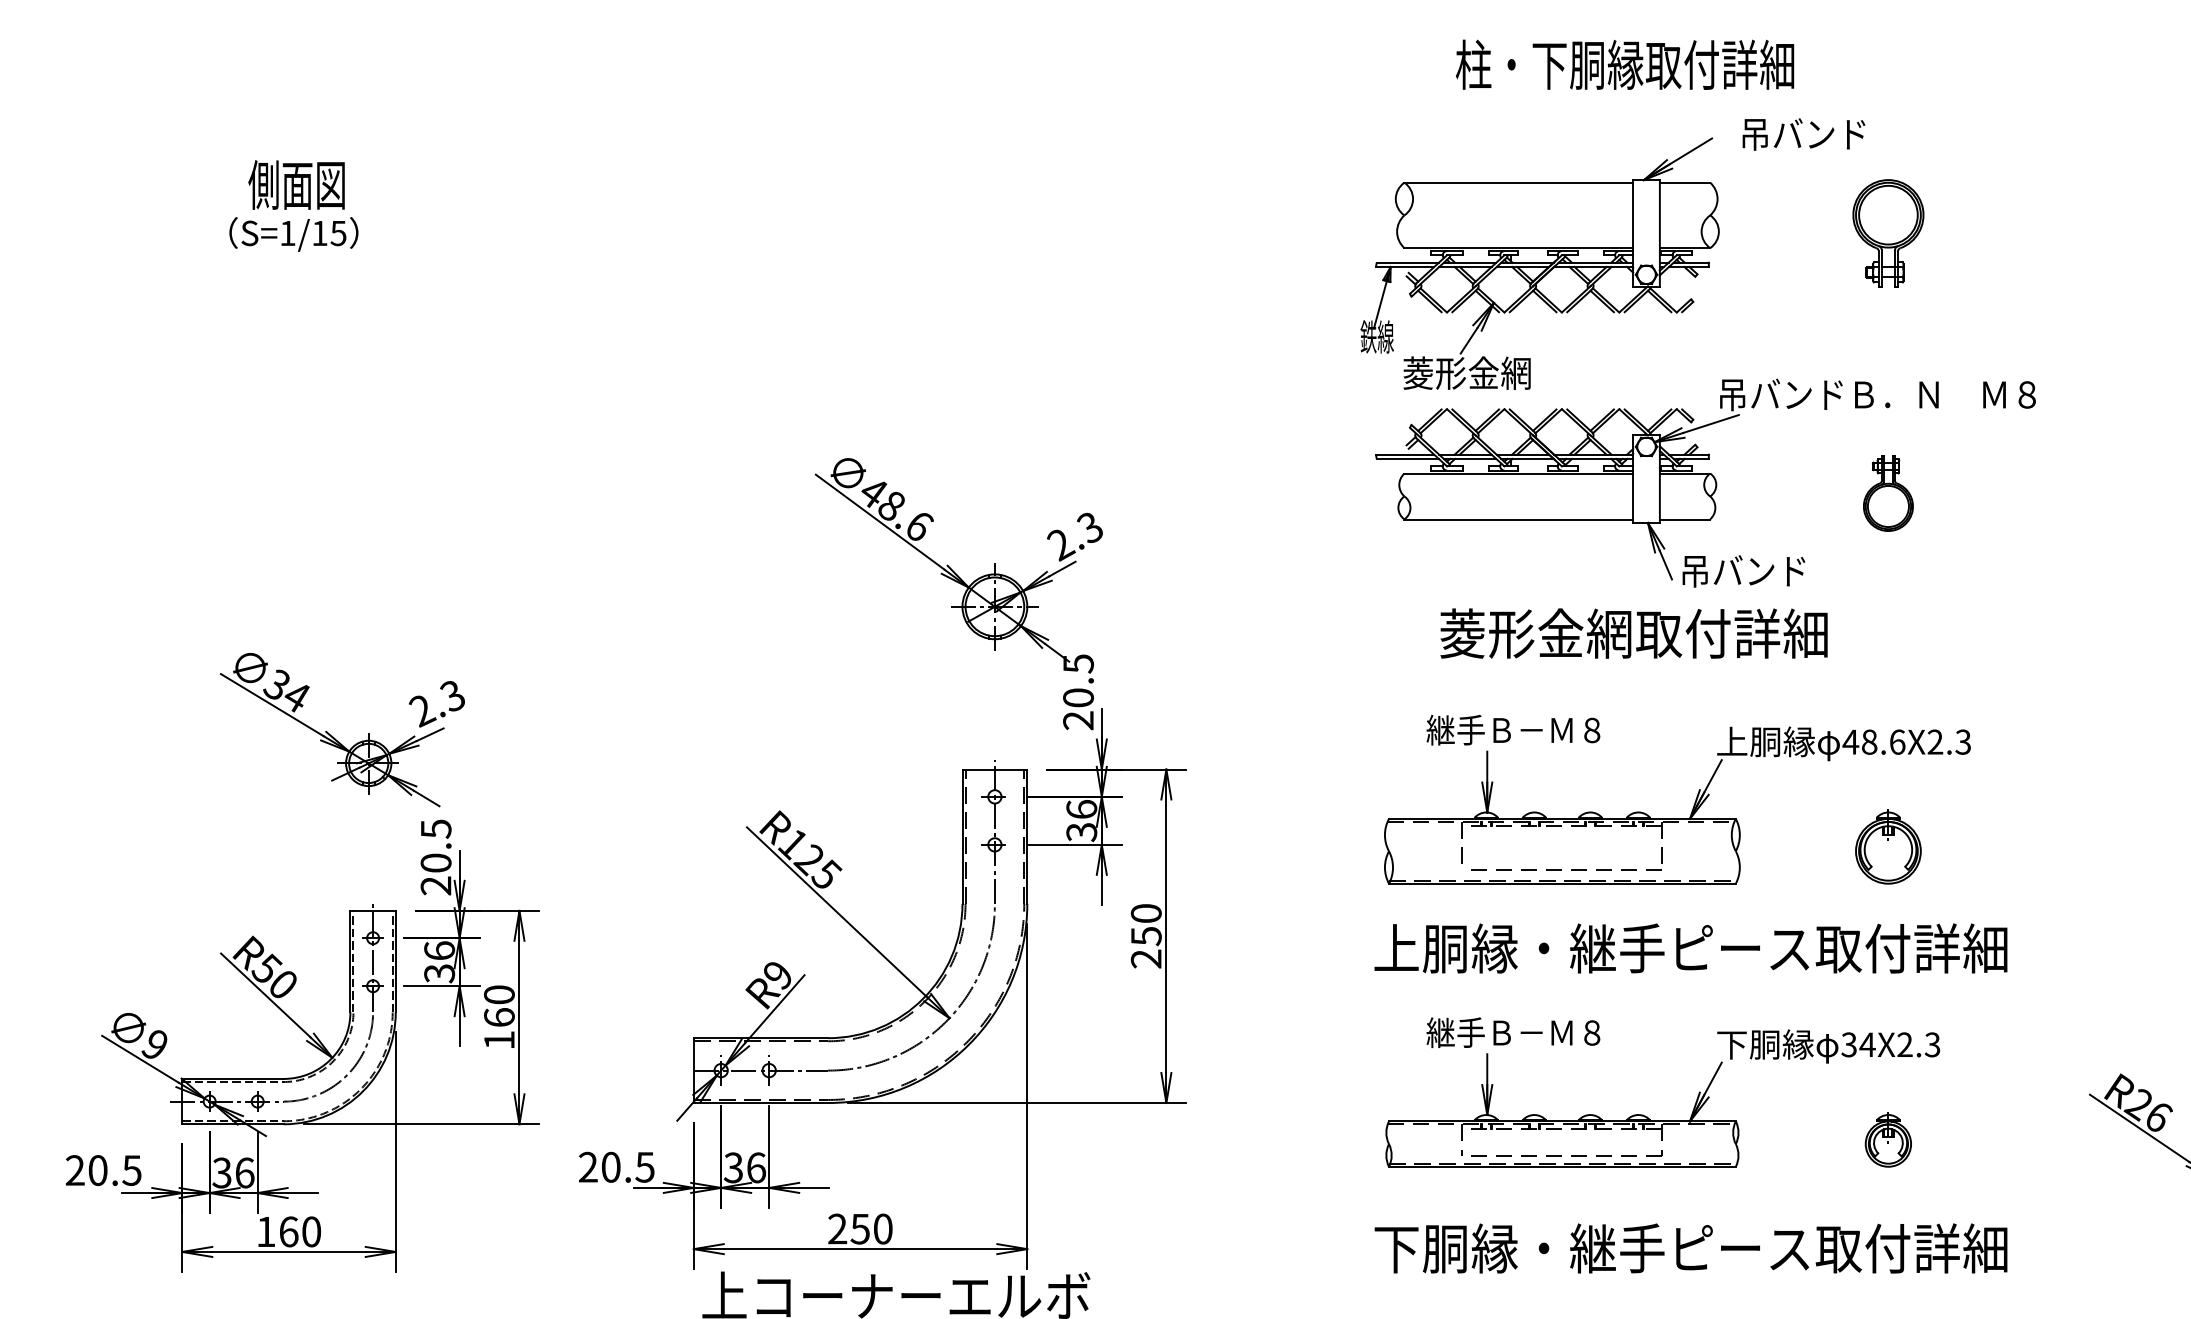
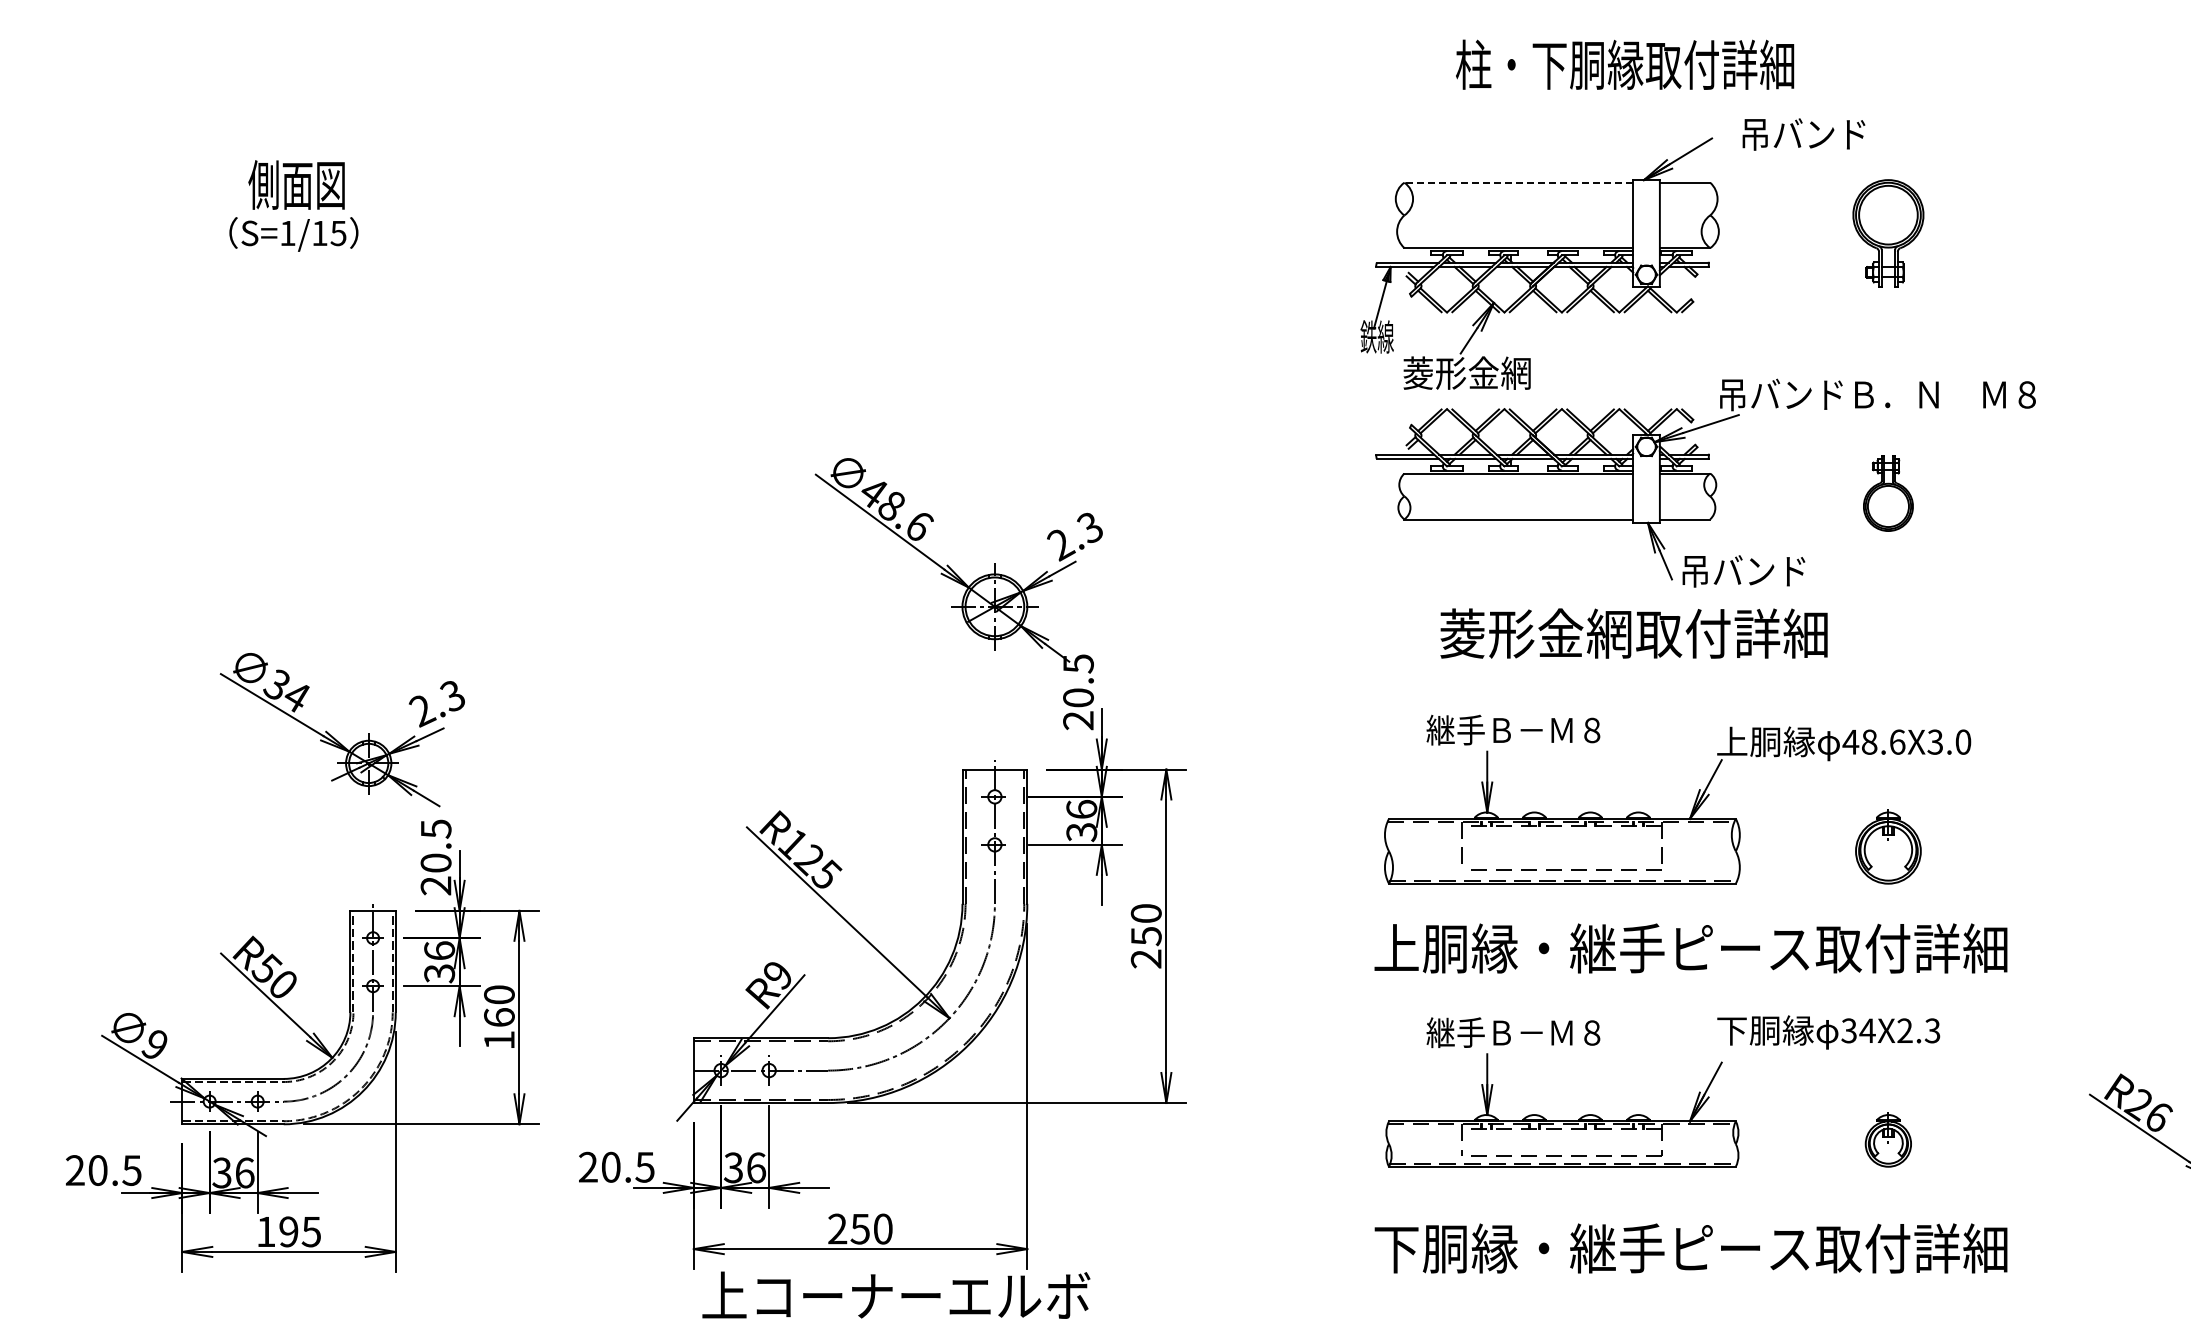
line at (1518, 182): solid -> dashed
text at (1949, 741): 48.6X2.3 -> 48.6X3.0
text at (1828, 1046) position: (1828, 1046) -> (1828, 1032)
text at (300, 1231): 160 -> 195
